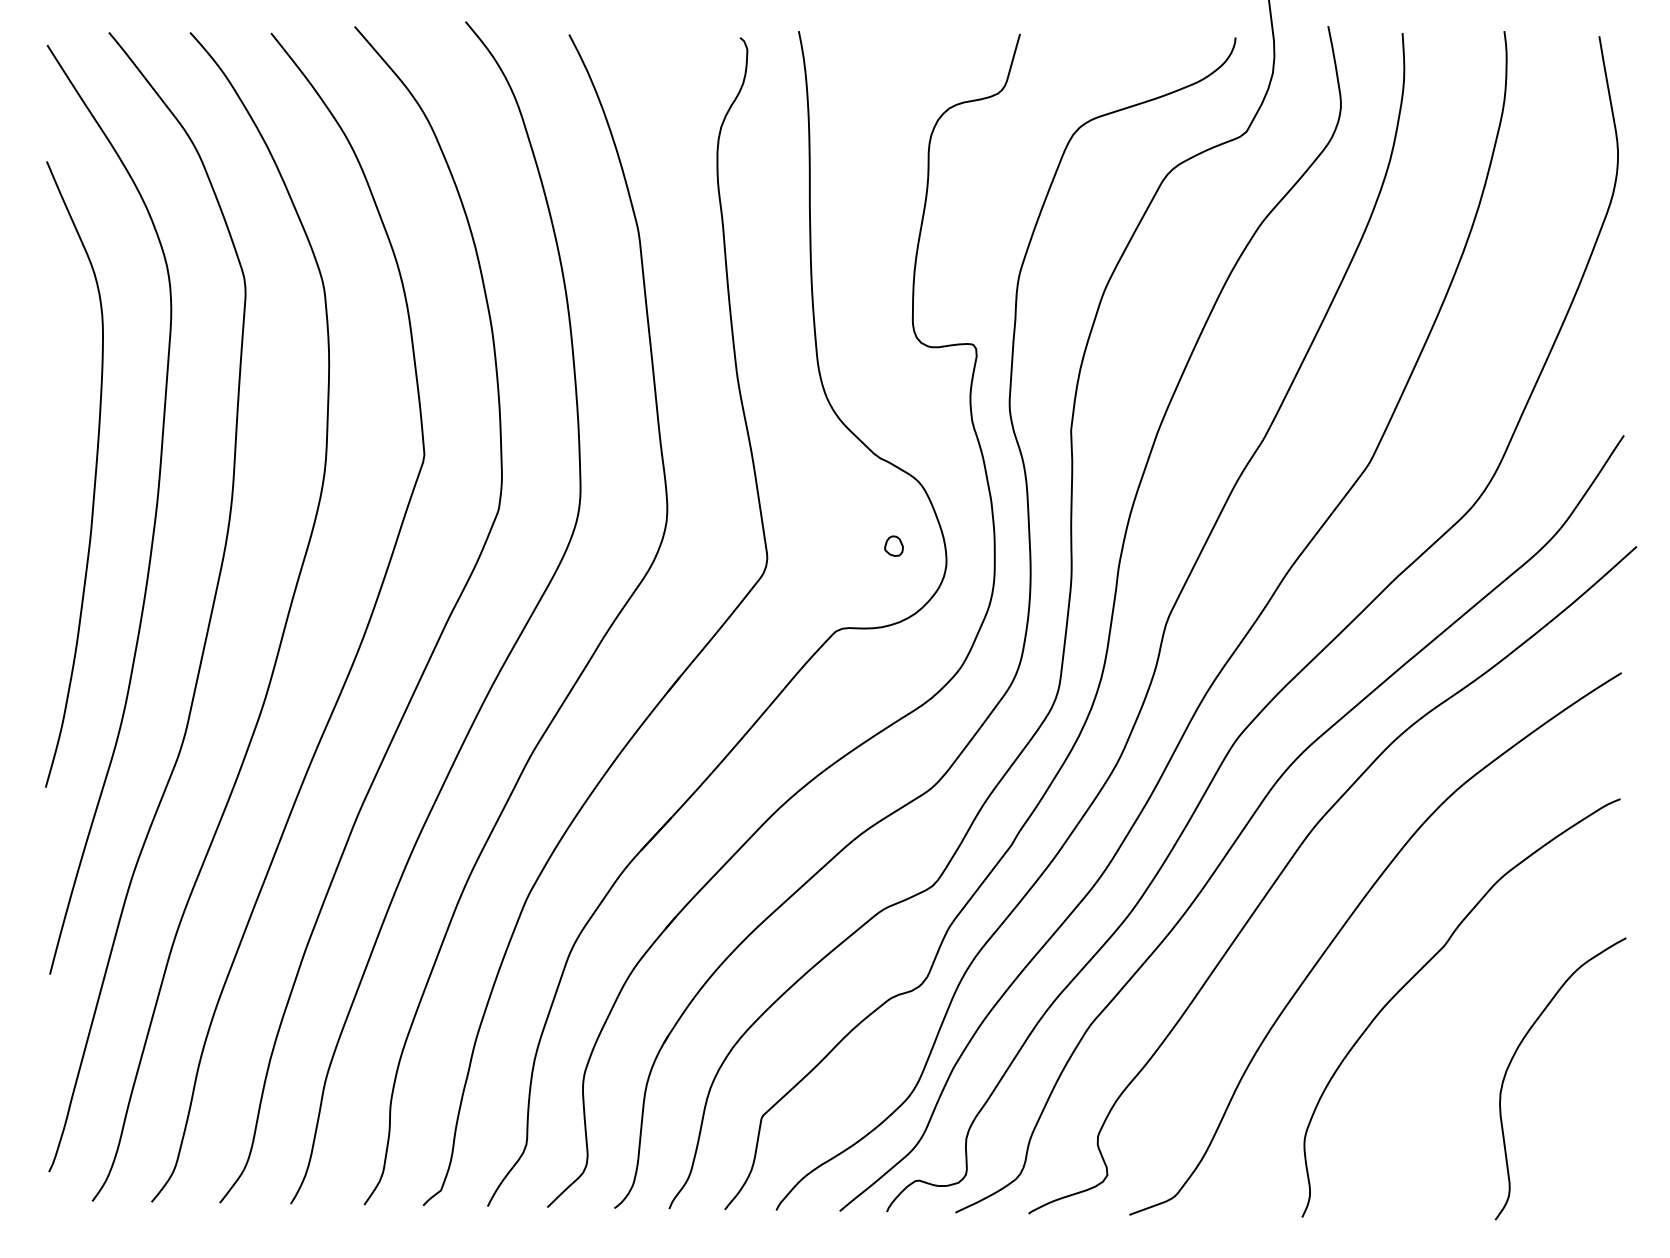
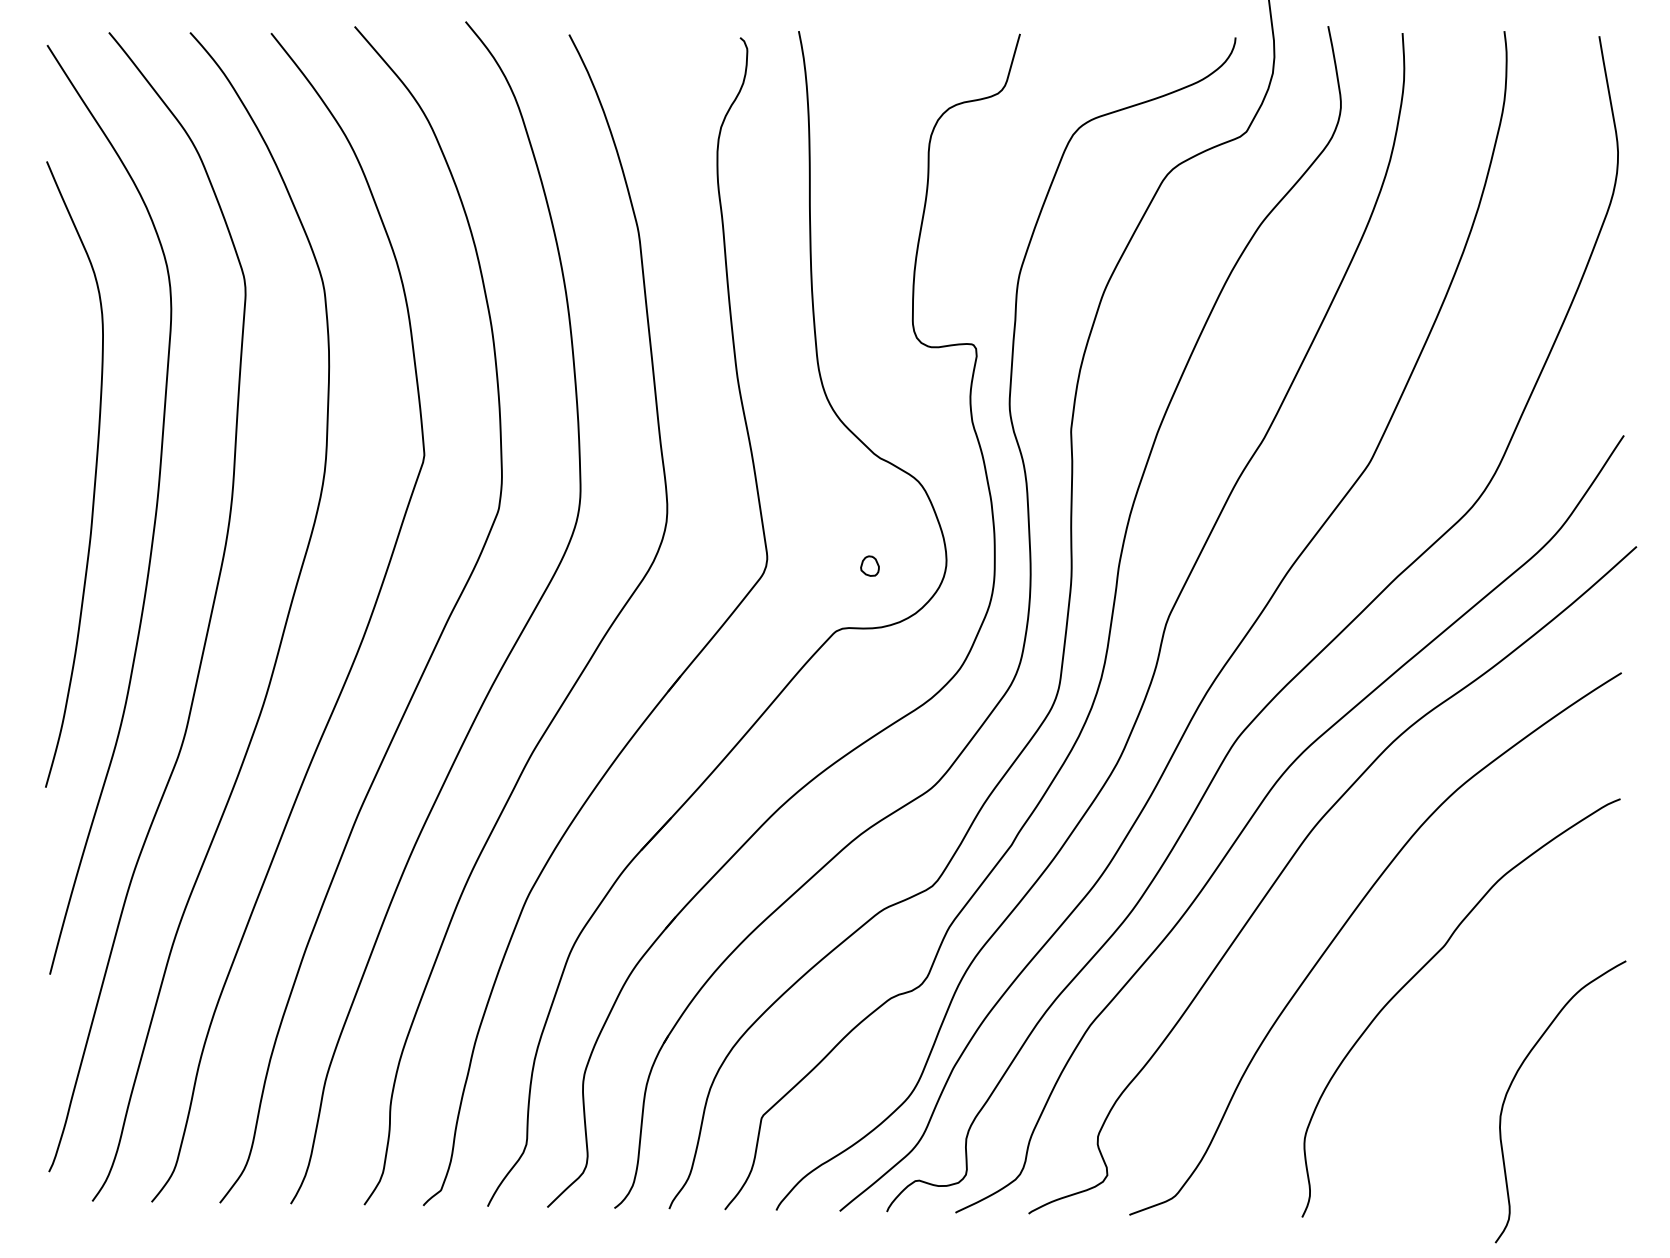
part at (893, 545) position: (893, 545) -> (869, 565)
curve at (1514, 1056) position: (1514, 1056) -> (1514, 1079)
